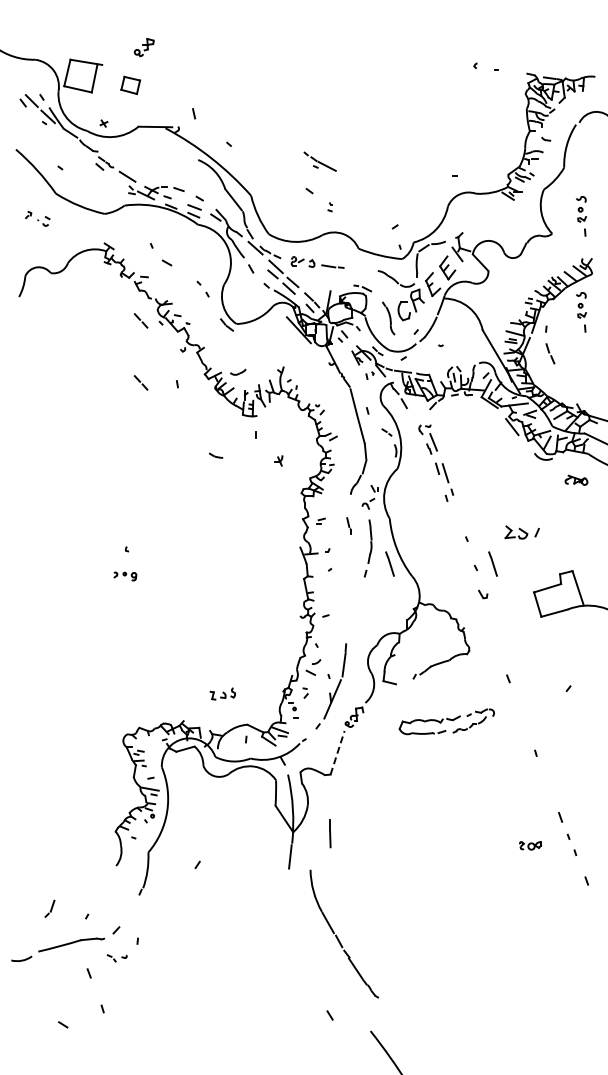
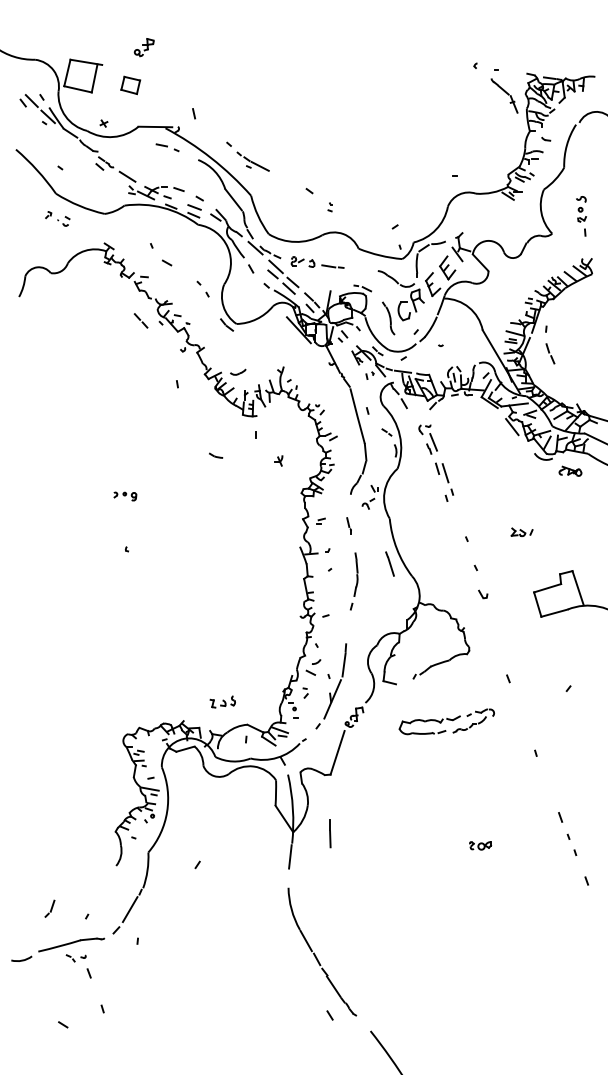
part at (504, 95): none -> present
part at (167, 147): none -> present
part at (319, 161) position: (319, 161) -> (252, 161)
part at (37, 218) position: (37, 218) -> (57, 218)
part at (581, 312): present -> none
line at (140, 382): present -> none
part at (576, 479) position: (576, 479) -> (570, 470)
part at (521, 532) size: 36x15 px -> 24x10 px
part at (367, 548) position: (367, 548) -> (353, 581)
line at (492, 563): present -> none
part at (125, 576) position: (125, 576) -> (125, 496)
part at (222, 693) position: (222, 693) -> (222, 701)
line at (337, 752): dashed -> solid
part at (530, 845) position: (530, 845) -> (480, 845)
line at (129, 909): none -> present
part at (337, 936) position: (337, 936) -> (315, 954)
part at (116, 958) position: (116, 958) -> (75, 958)
